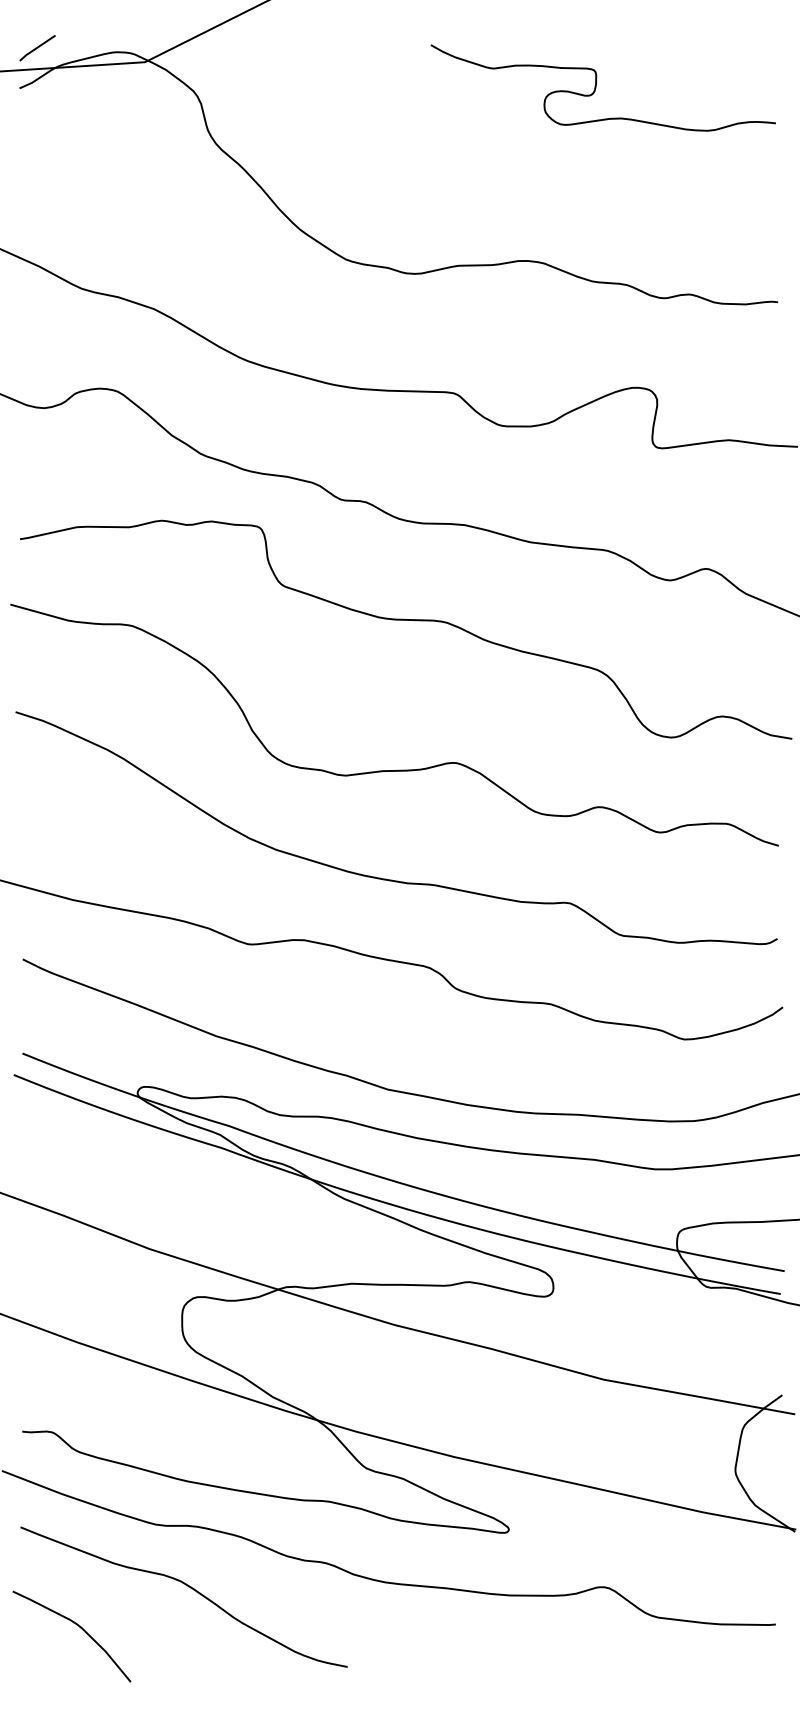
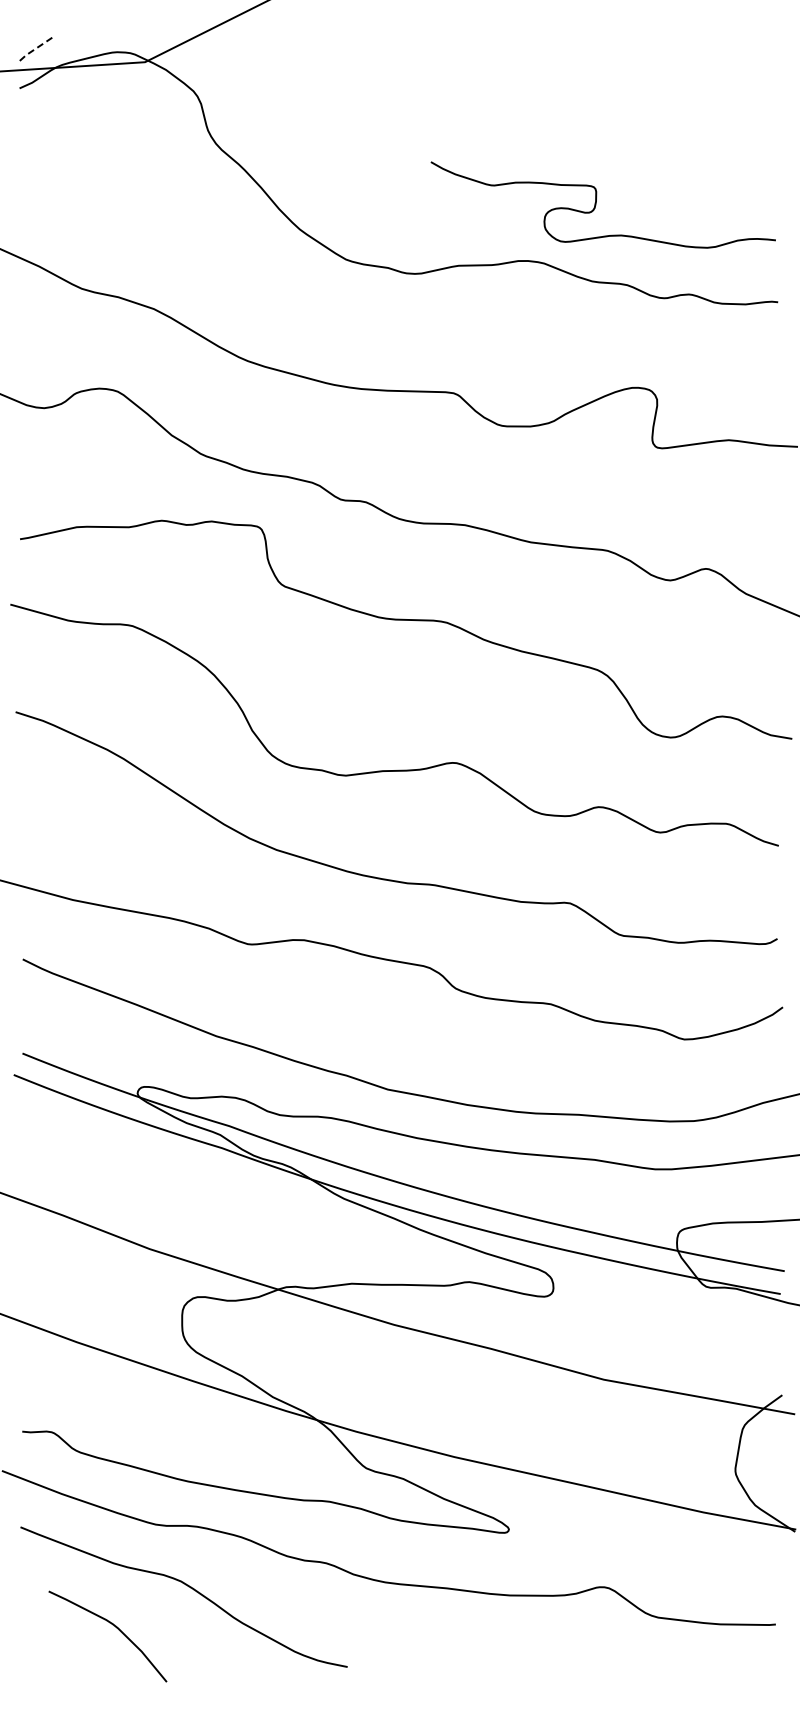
line at (36, 48): solid -> dashed
curve at (596, 87) position: (596, 87) -> (596, 204)
curve at (79, 1627) position: (79, 1627) -> (115, 1627)
